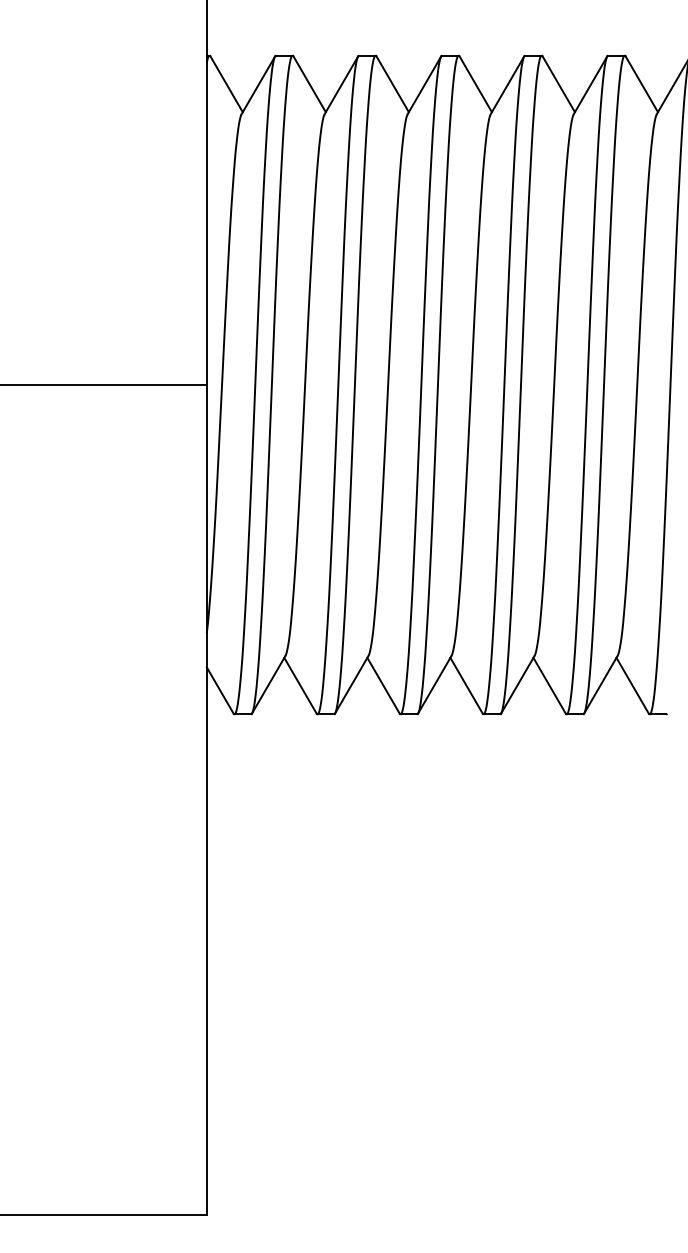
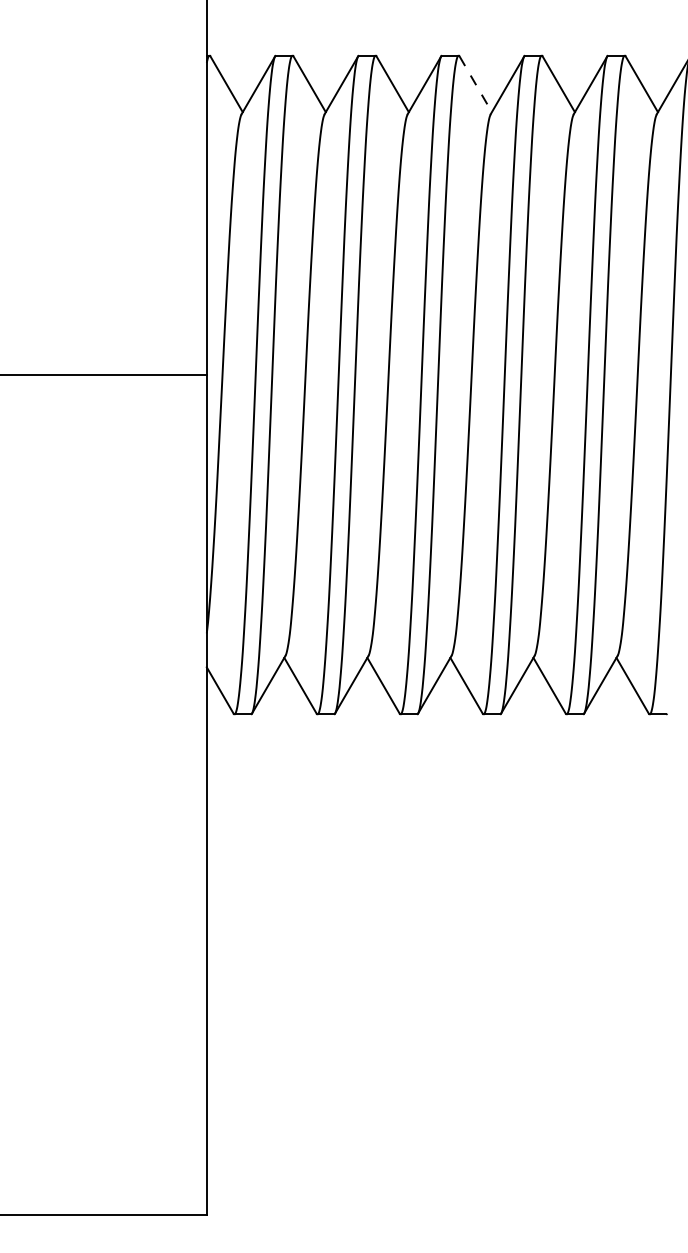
line at (476, 84): solid -> dashed
line at (104, 385) position: (104, 385) -> (104, 375)
